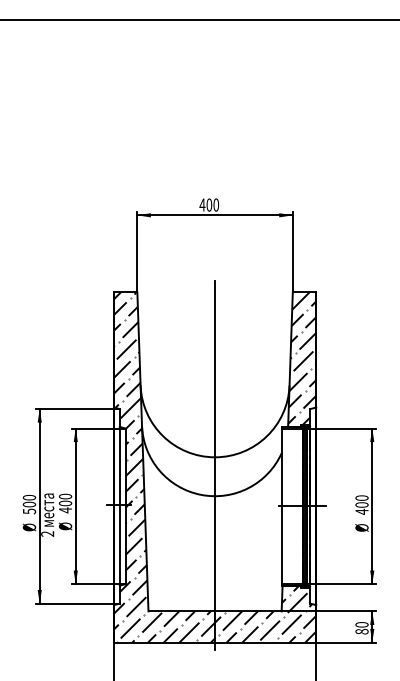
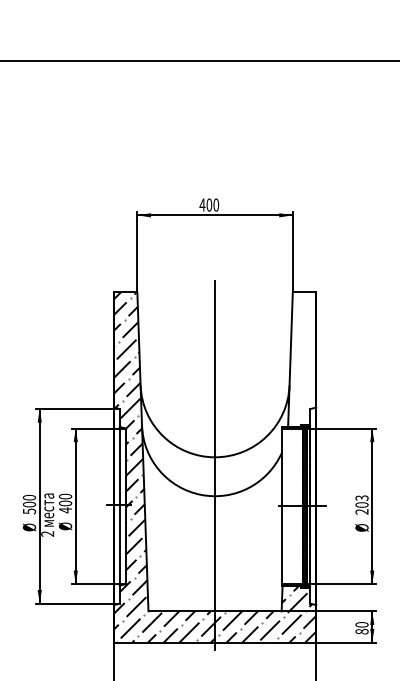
line at (199, 20) position: (199, 20) -> (199, 61)
hatch at (302, 359): present -> none
text at (361, 504): 400 -> 203
